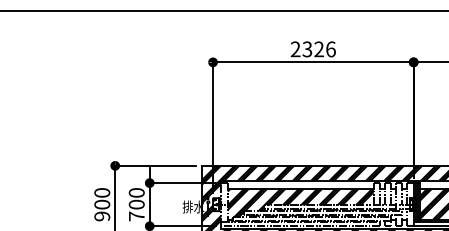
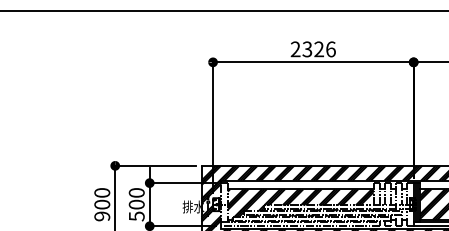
text at (136, 216): 700 -> 500
